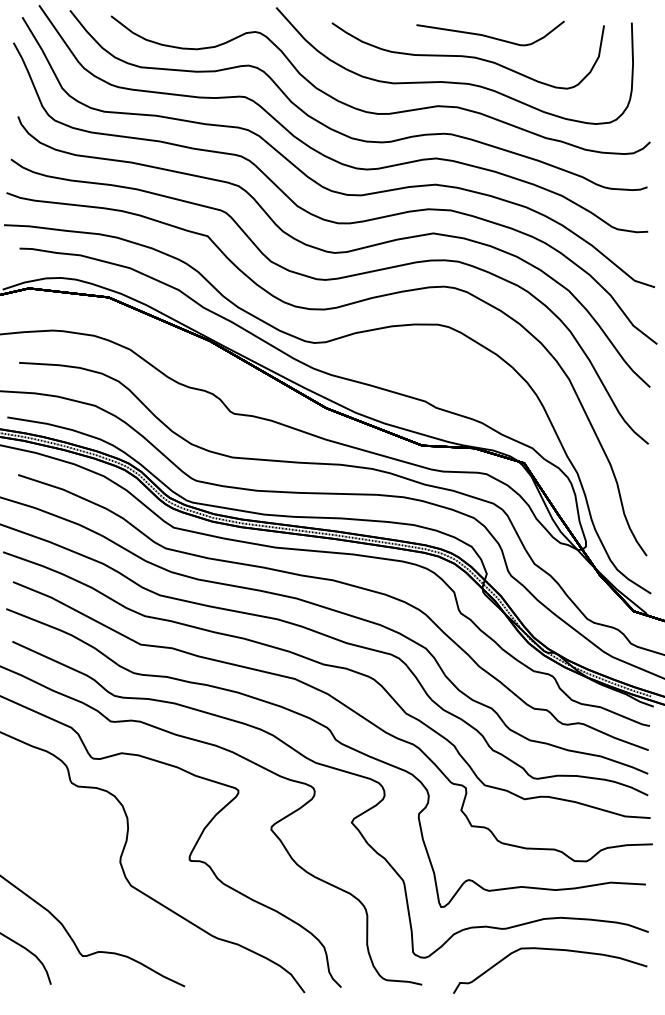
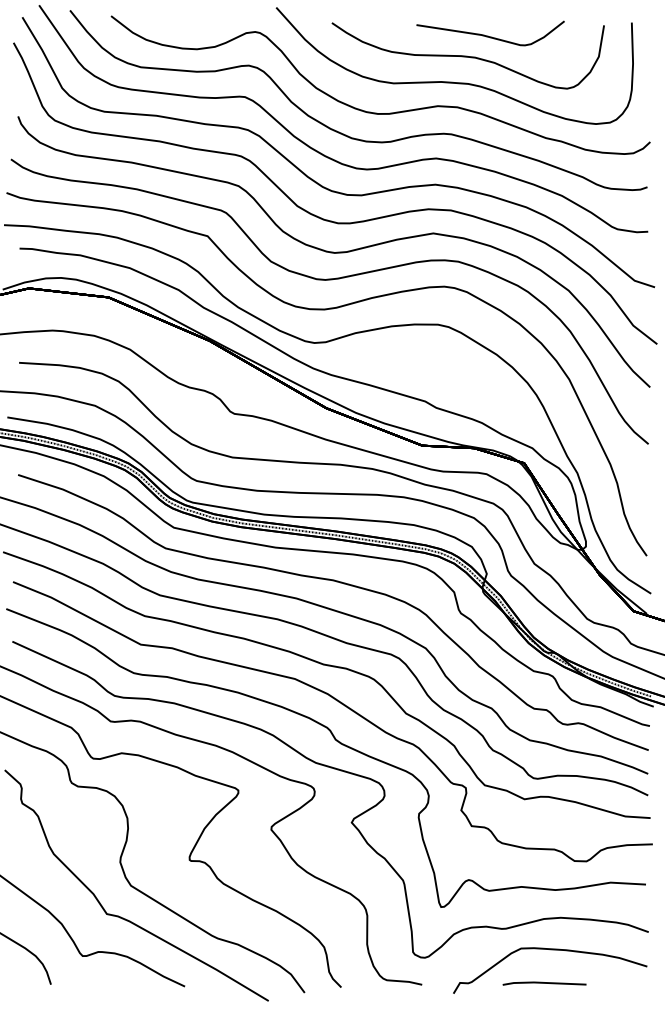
curve at (121, 916): none -> present
line at (544, 983): none -> present
